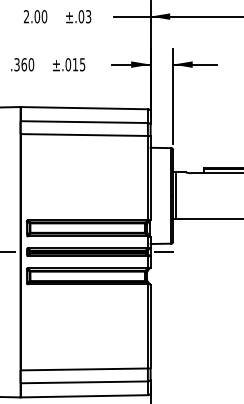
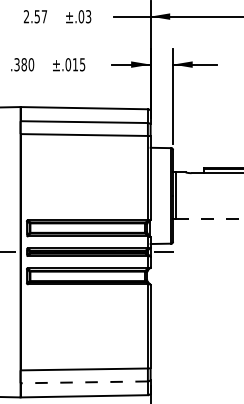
text at (40, 16): 2.00 -> 2.57
text at (23, 64): .360 -> .380
line at (210, 219): solid -> dashed
line at (84, 382): solid -> dashed
